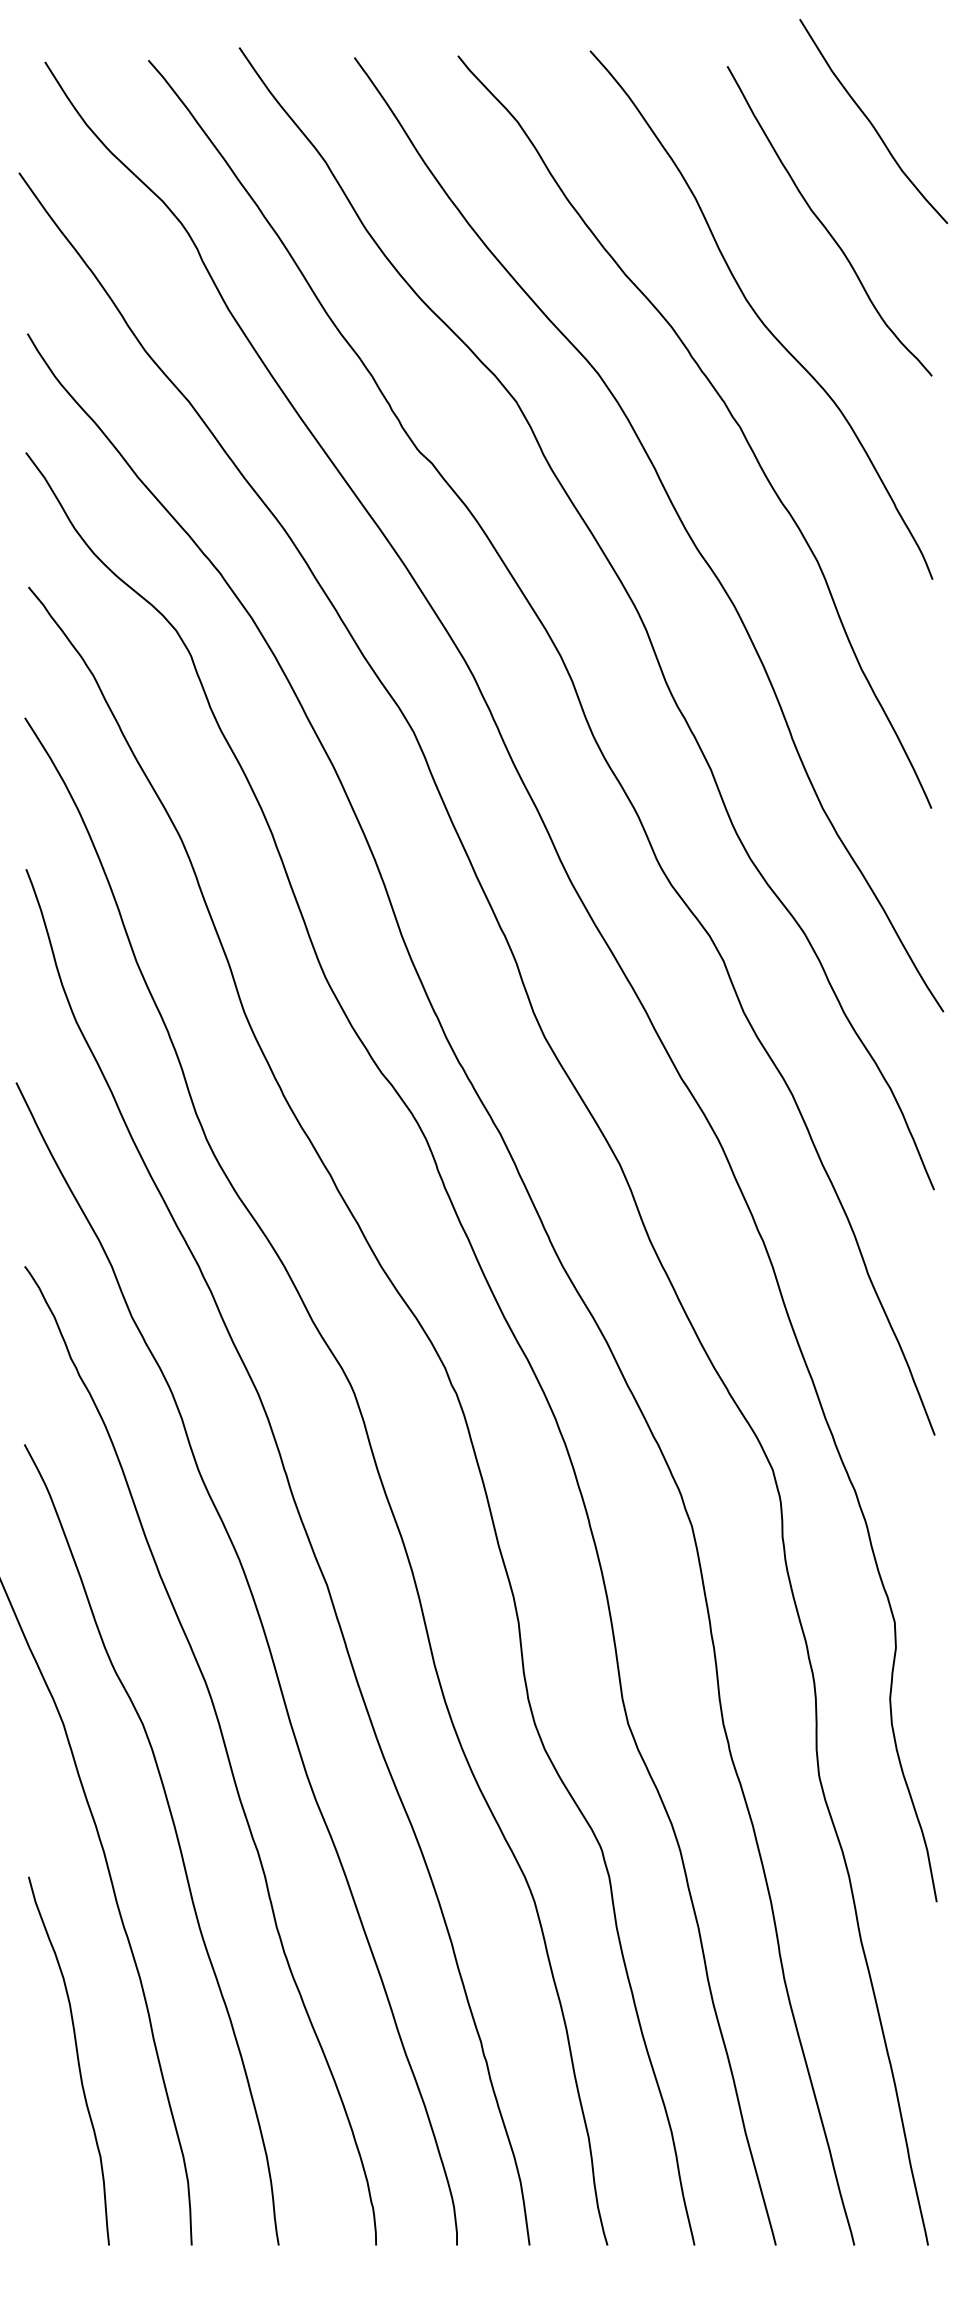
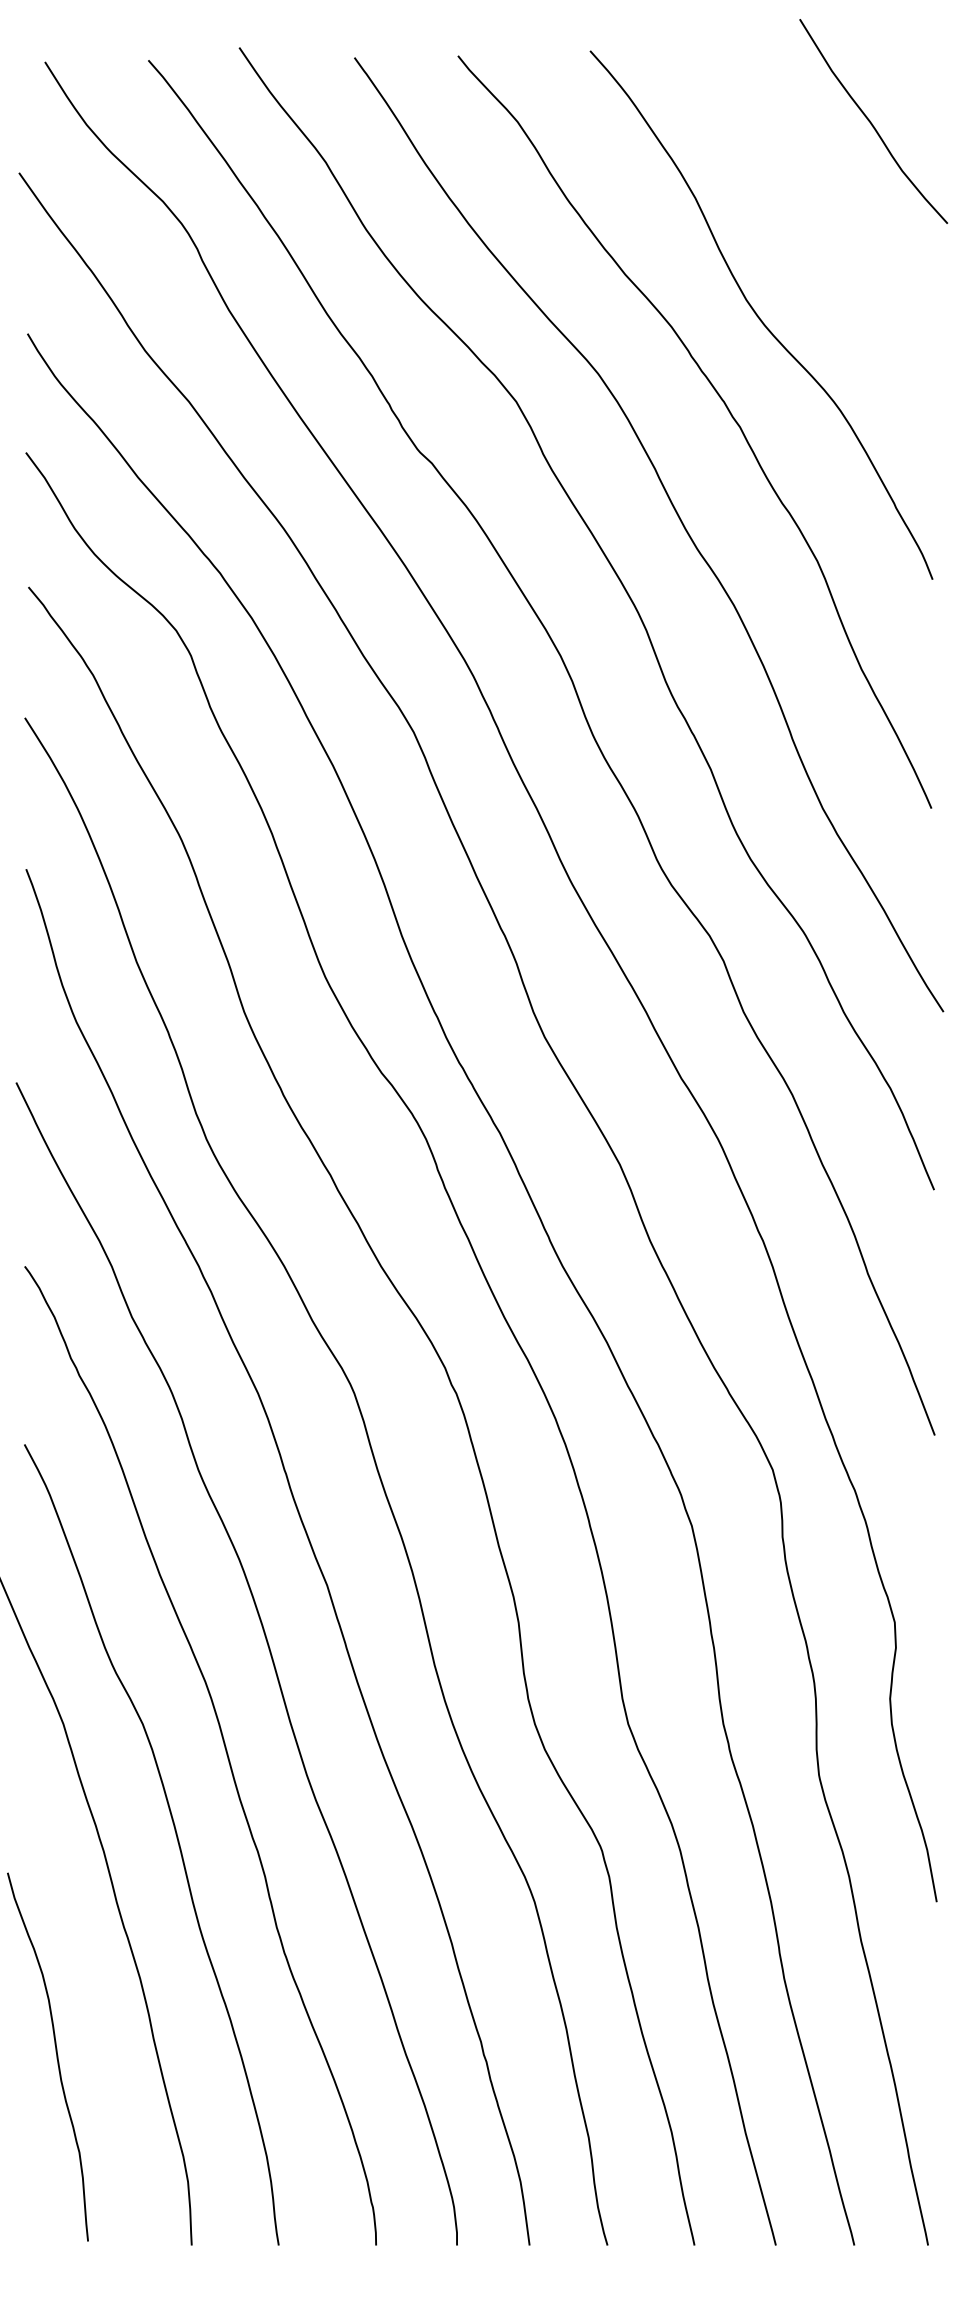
curve at (823, 223): present -> none
curve at (76, 2056) position: (76, 2056) -> (55, 2052)
